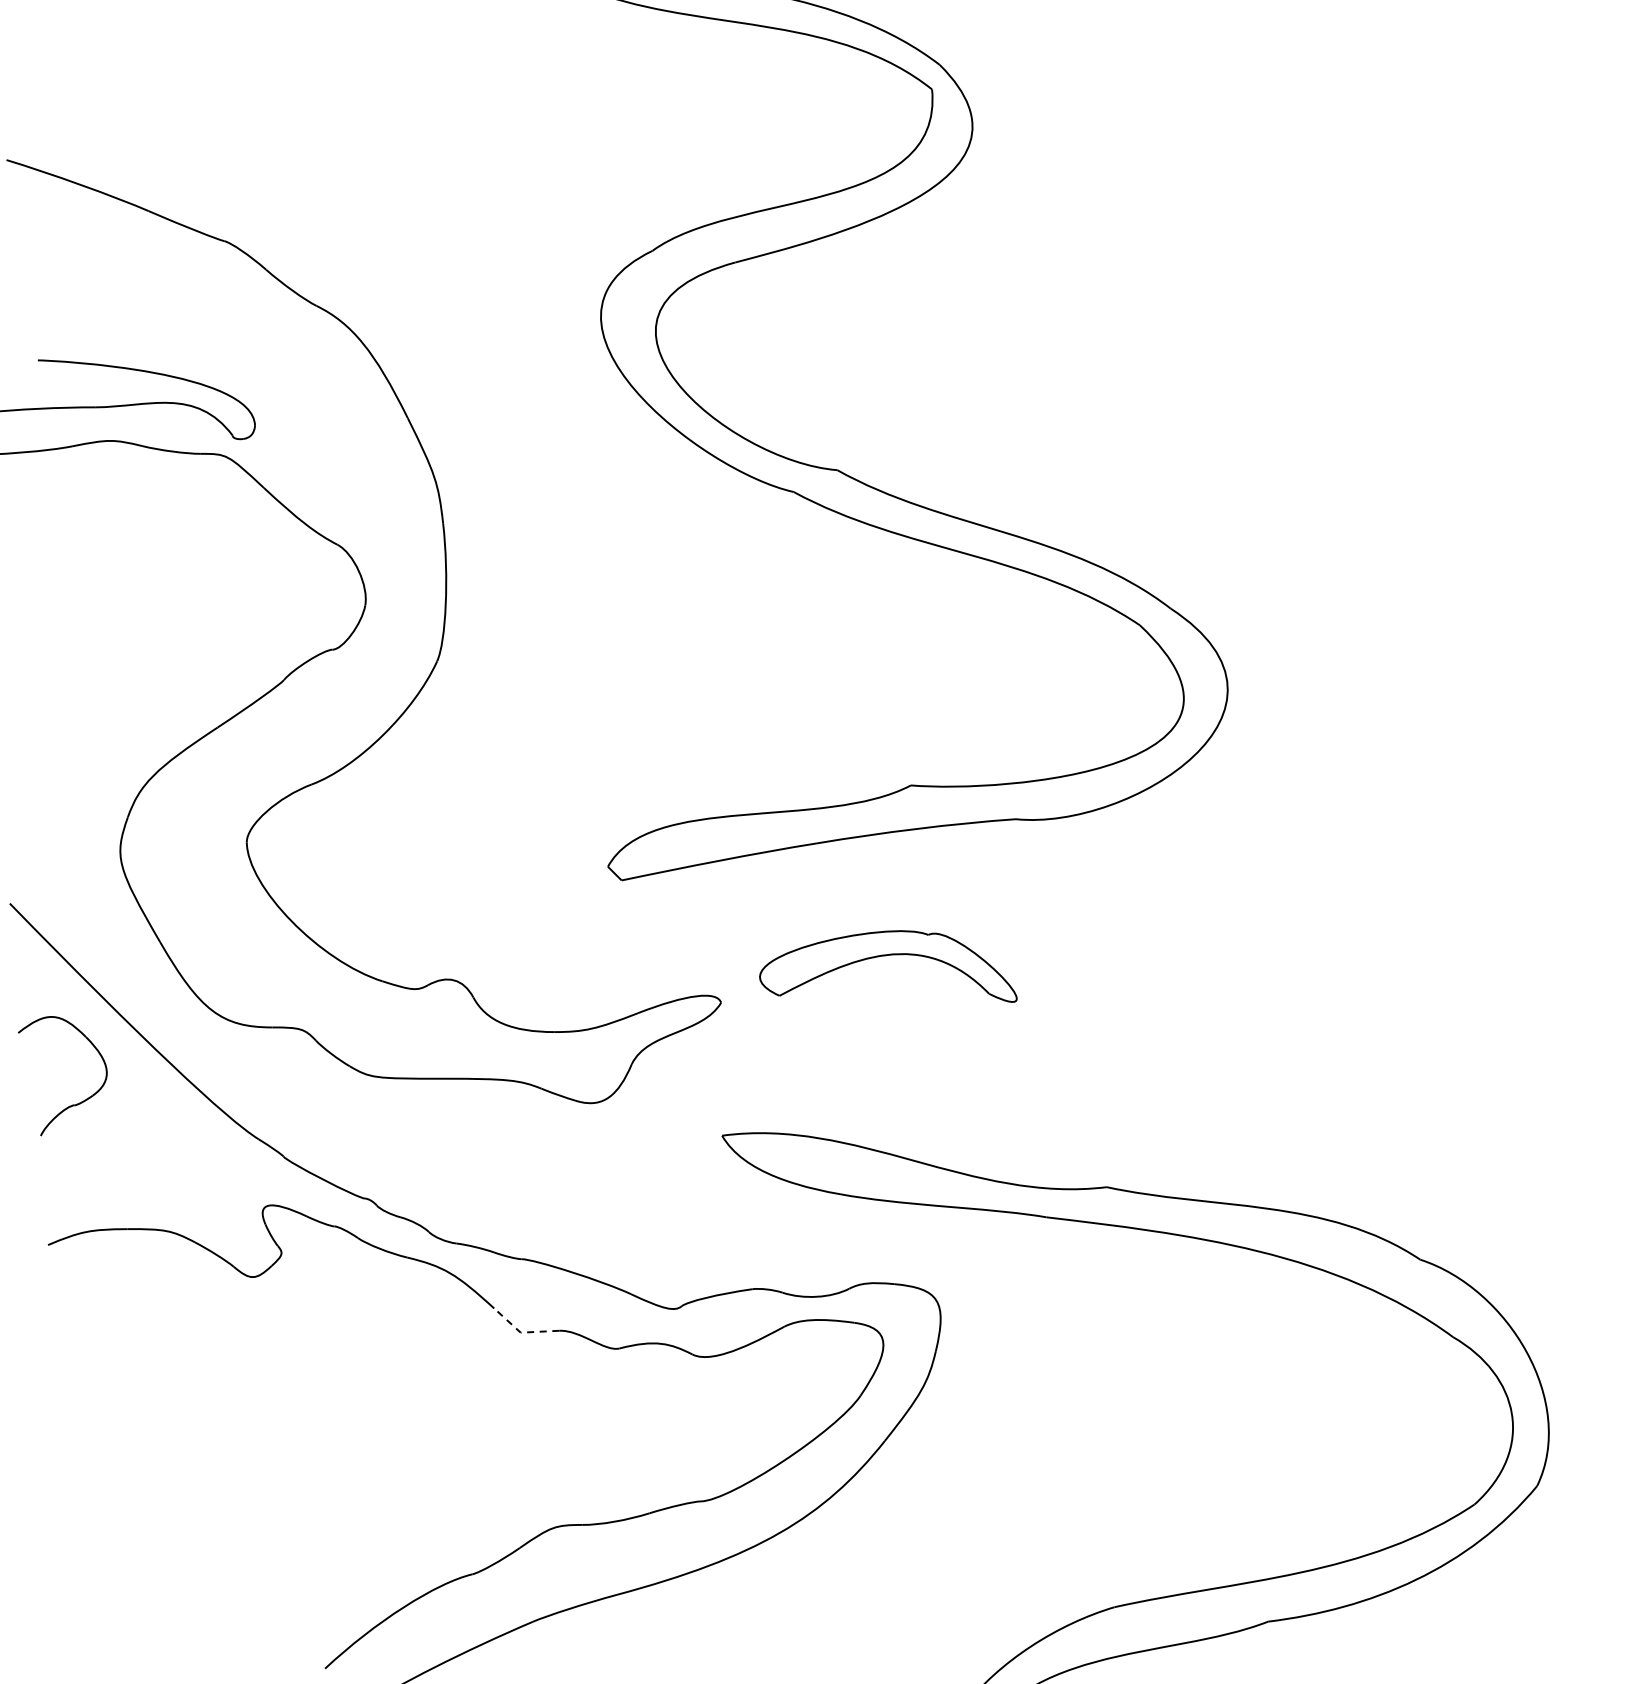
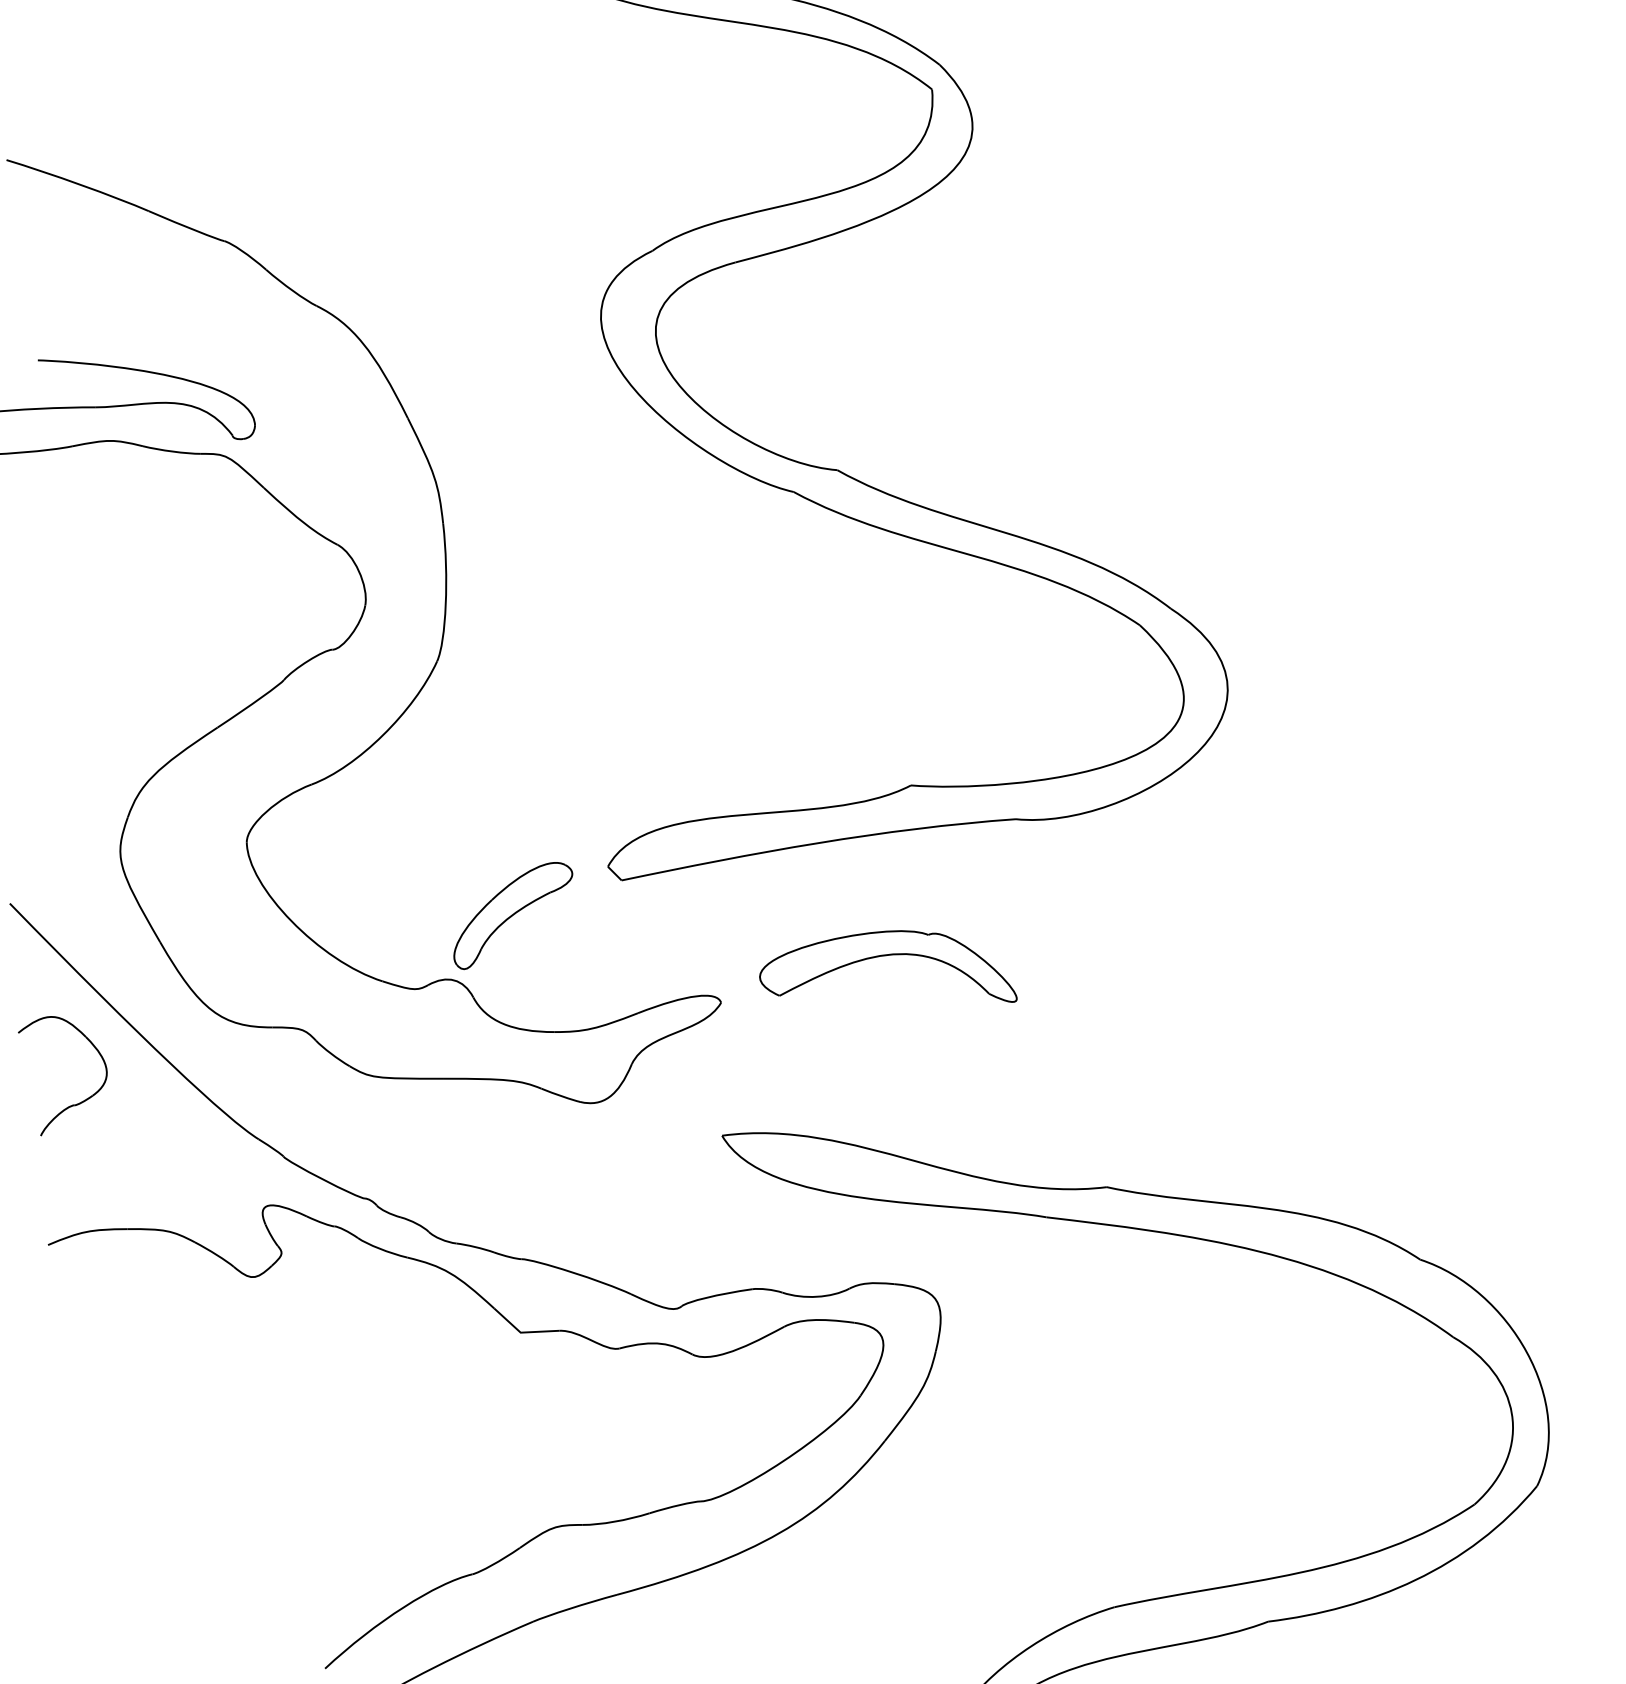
part at (513, 916): none -> present
line at (521, 1332): dashed -> solid
